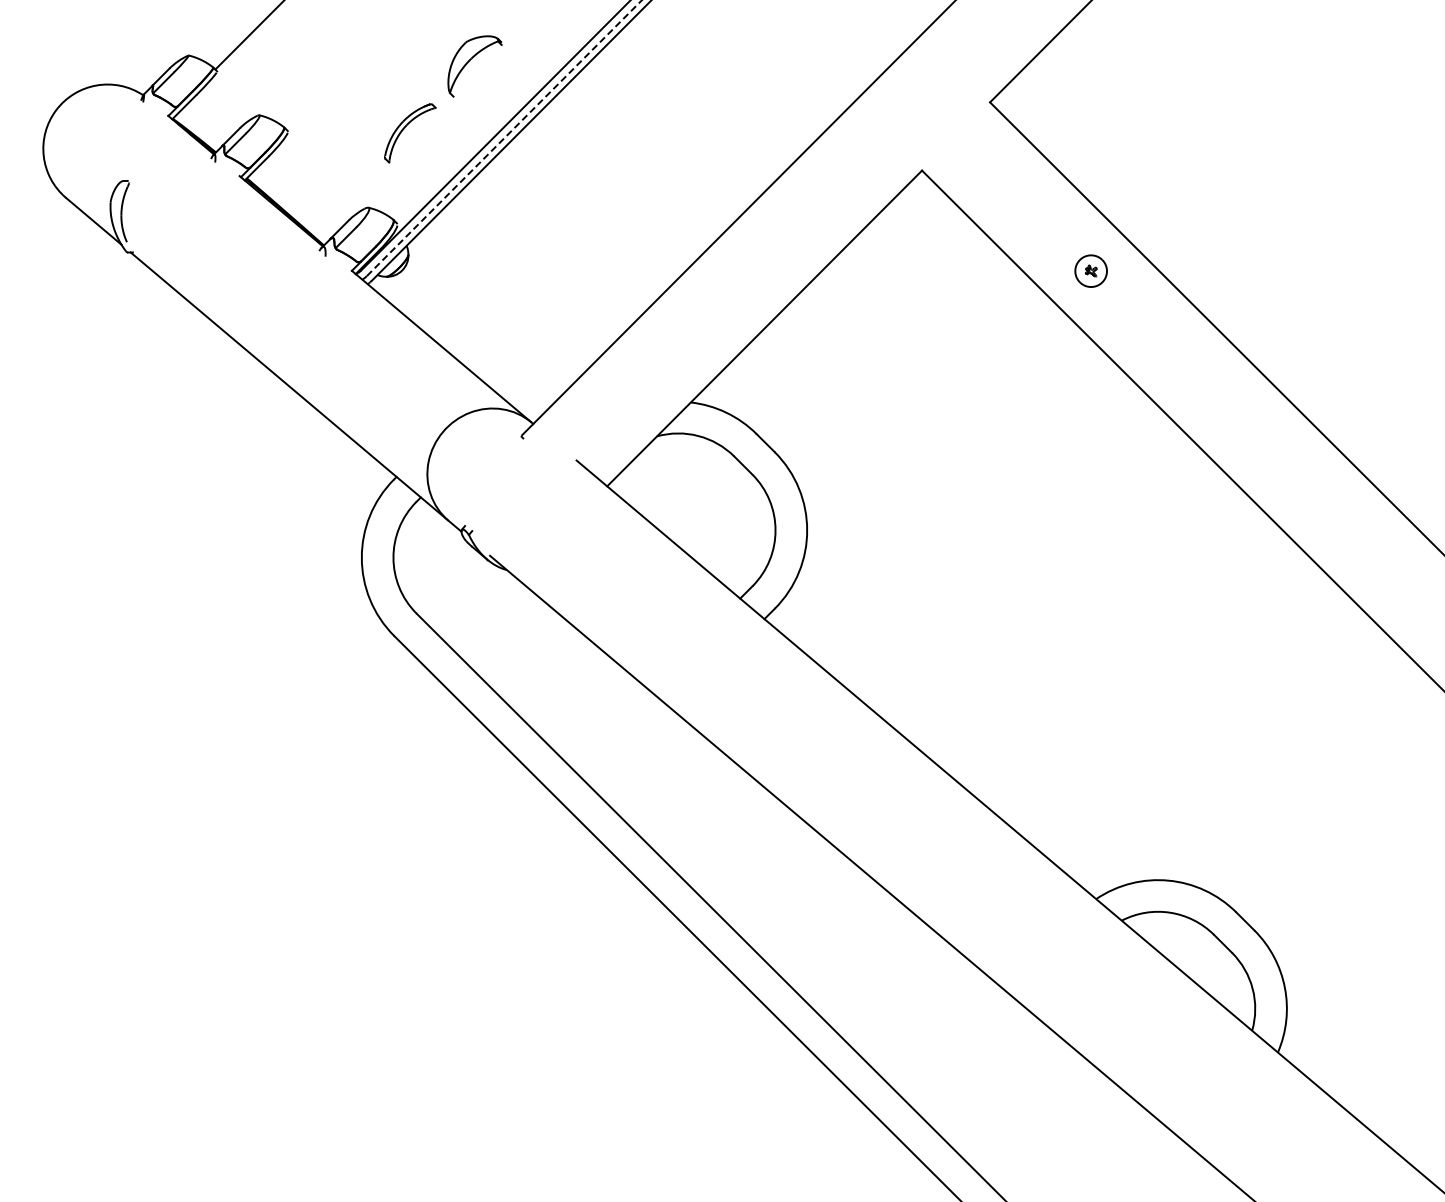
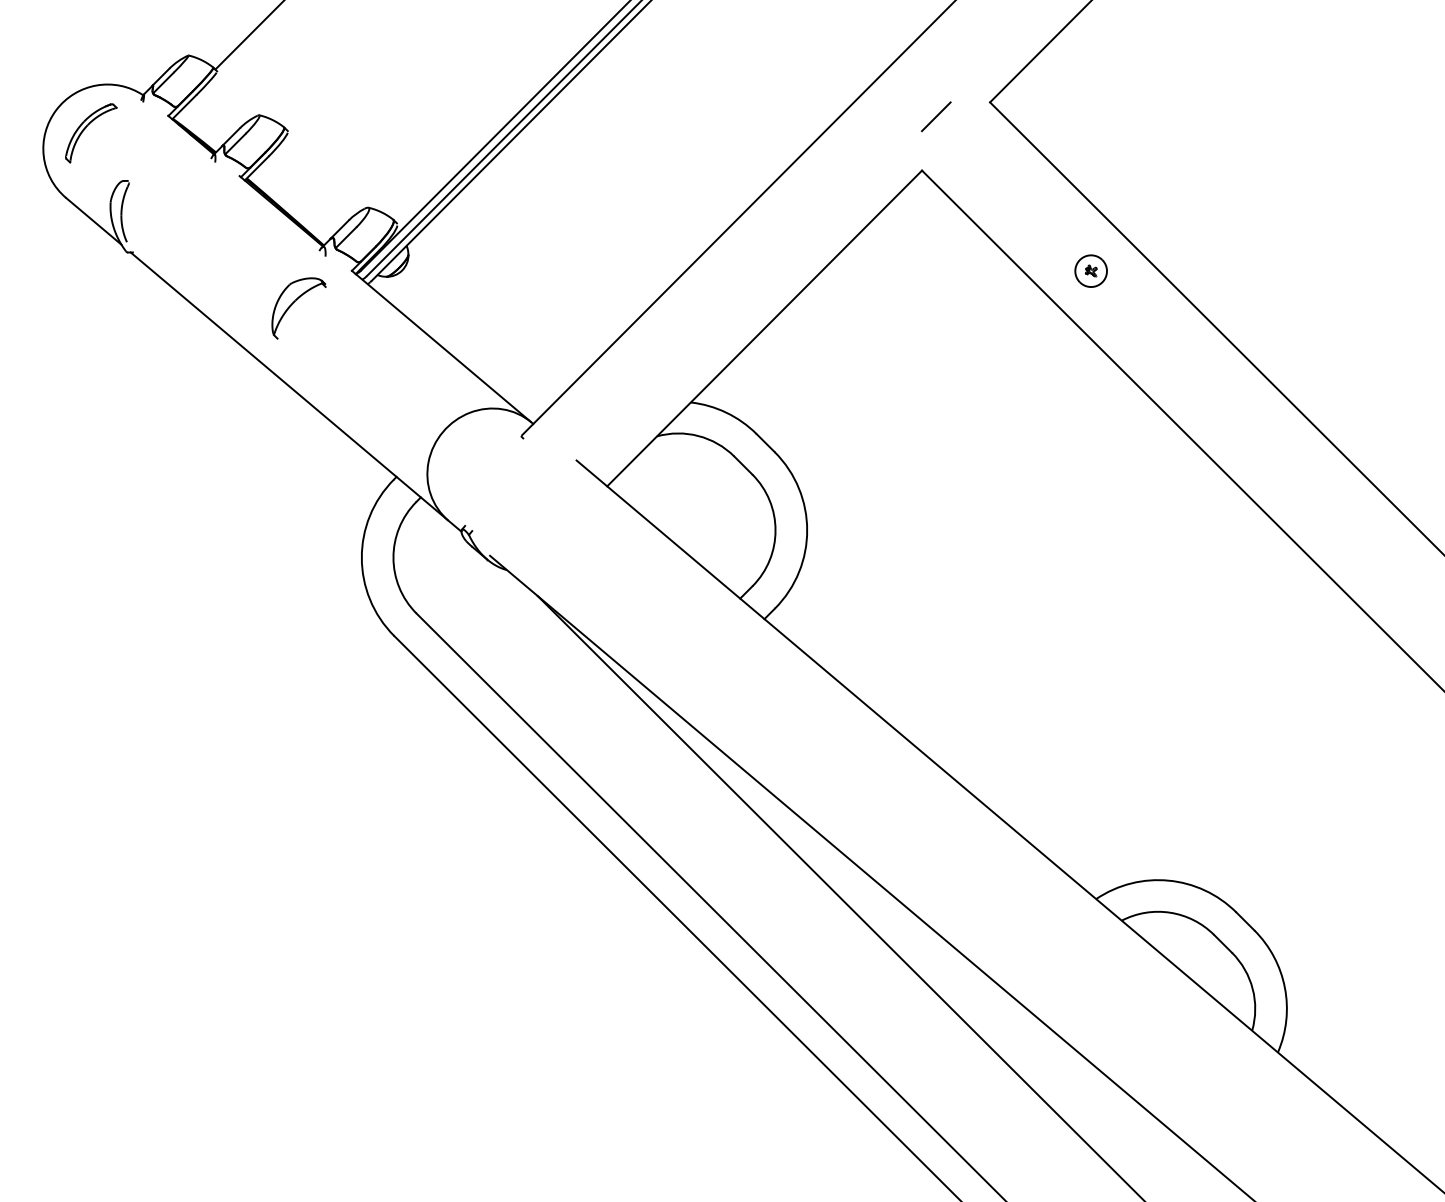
part at (468, 63) position: (468, 63) -> (292, 305)
line at (936, 116): none -> present
part at (404, 129) position: (404, 129) -> (85, 129)
line at (504, 137): dashed -> solid
line at (839, 897): none -> present
